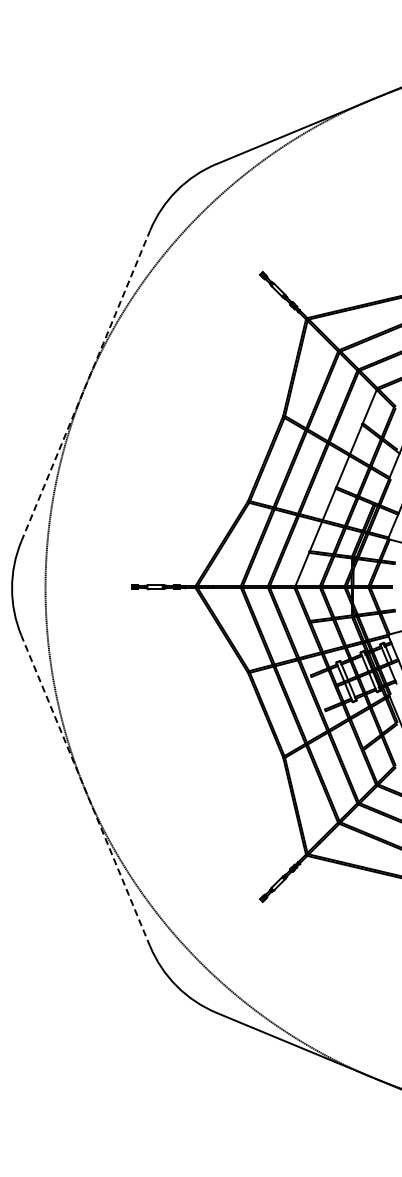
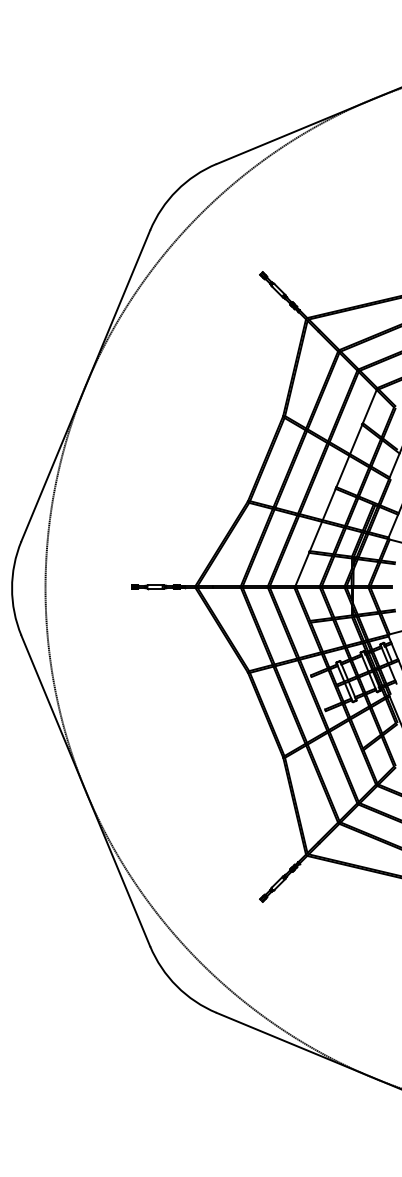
line at (85, 385): dashed -> solid
line at (85, 790): dashed -> solid
